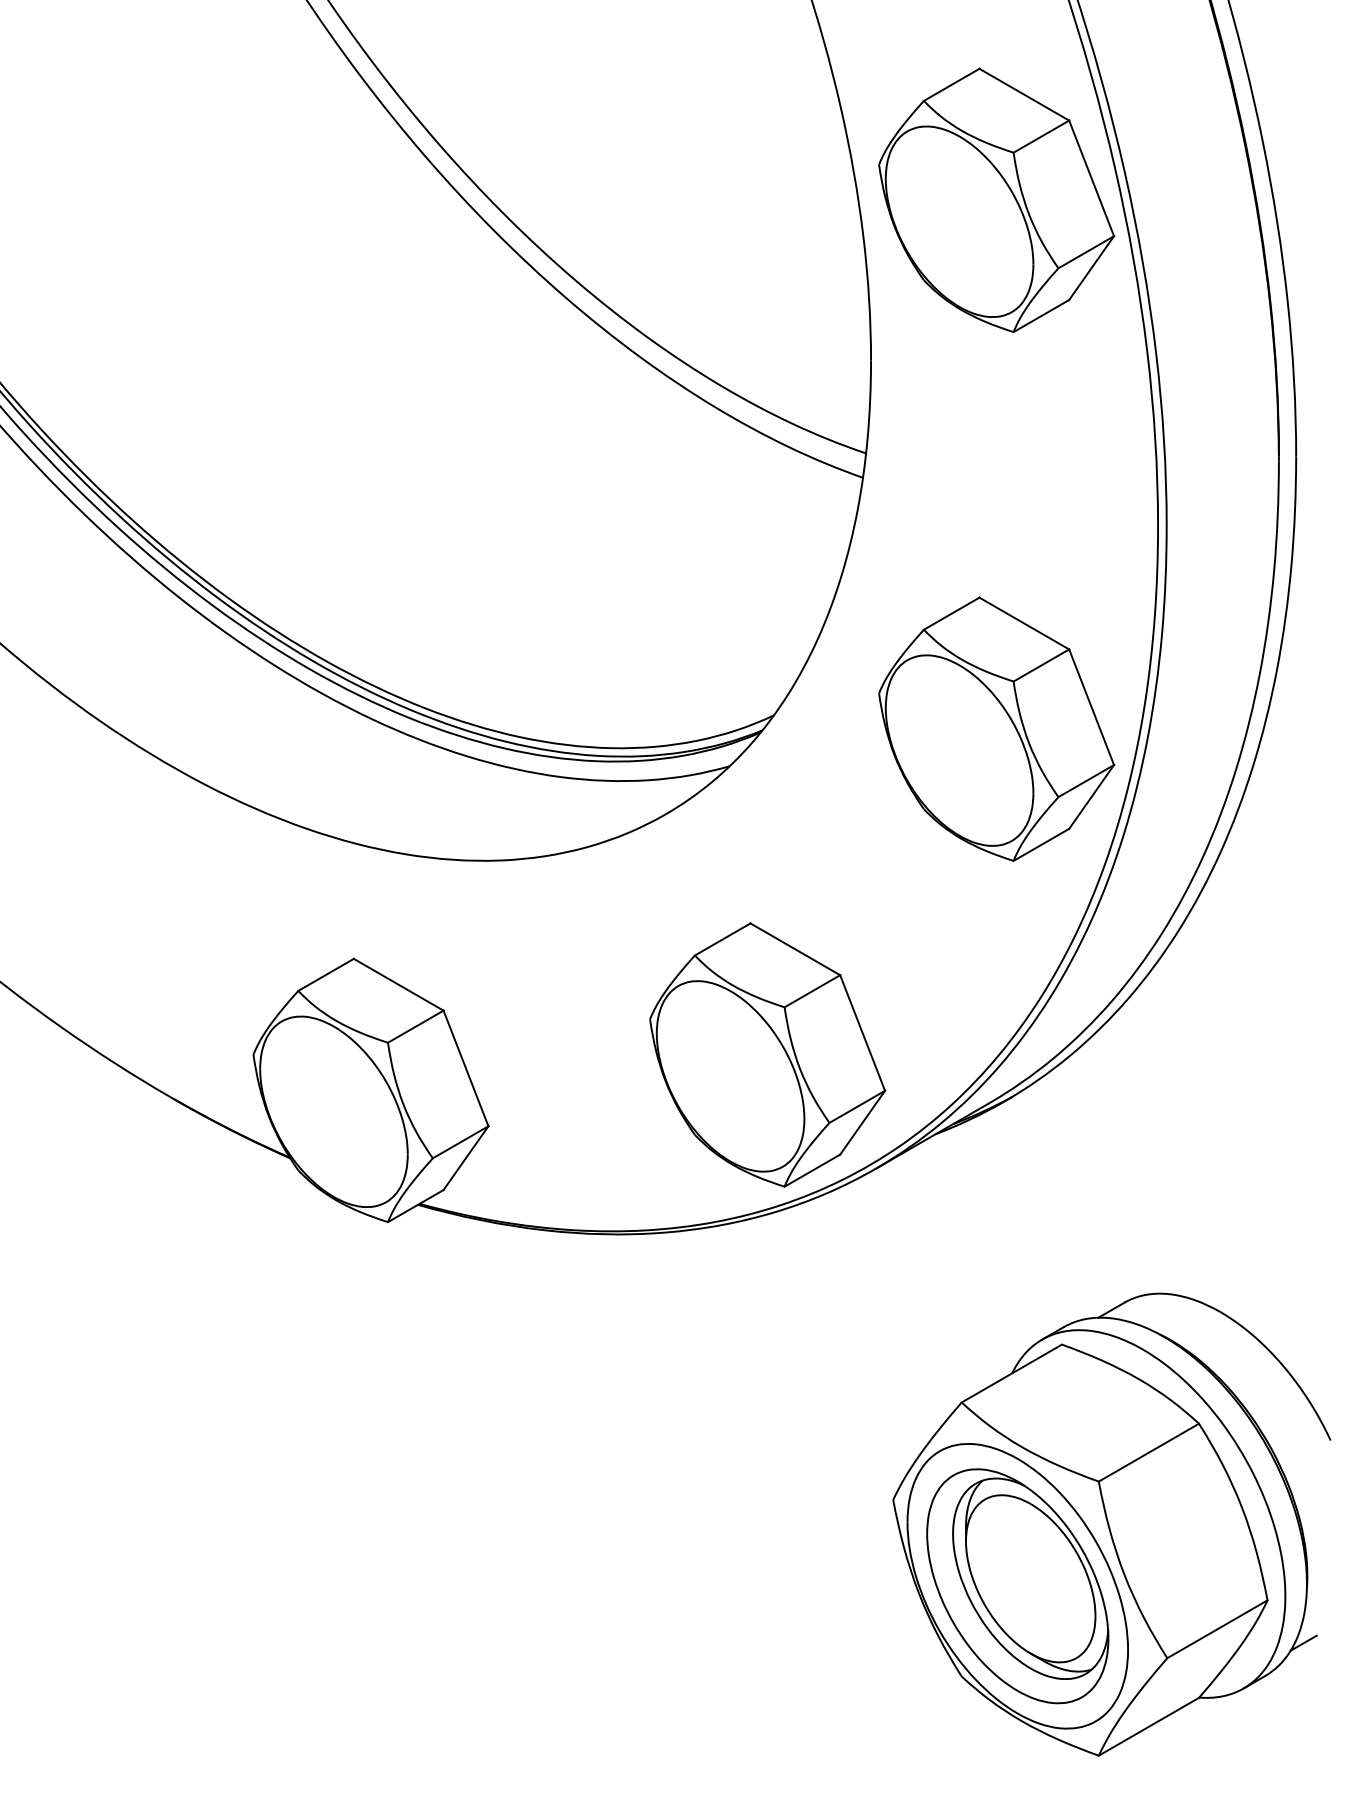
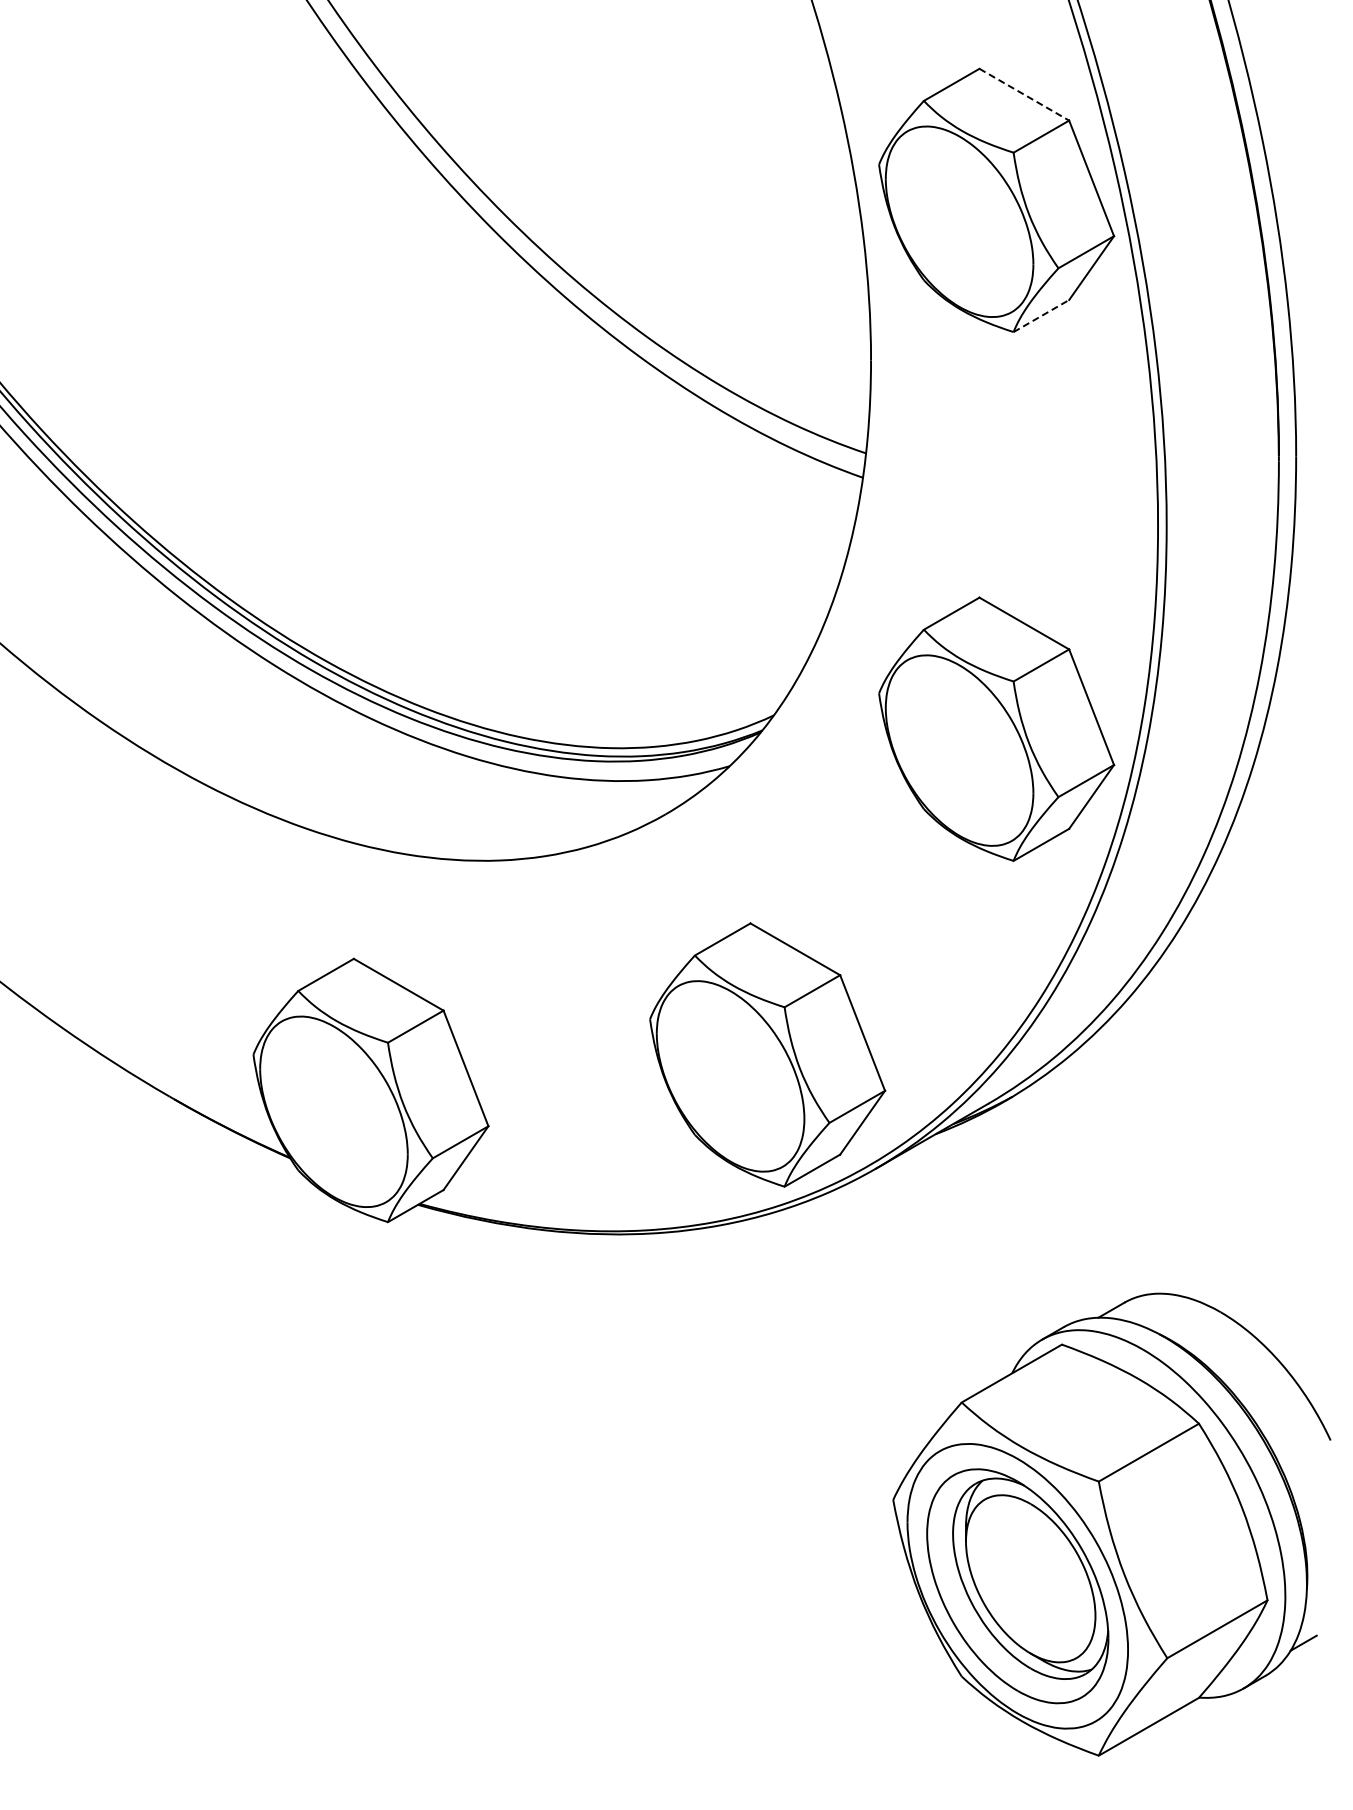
line at (1024, 94): solid -> dashed
line at (1041, 315): solid -> dashed
